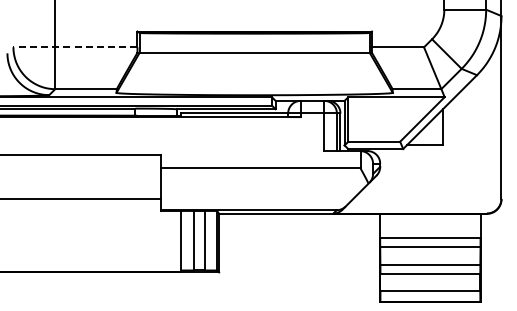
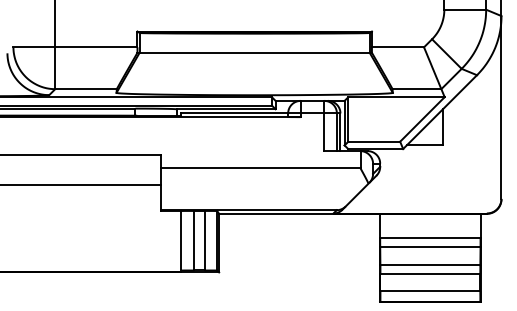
line at (74, 47): dashed -> solid
line at (81, 198) position: (81, 198) -> (81, 184)
